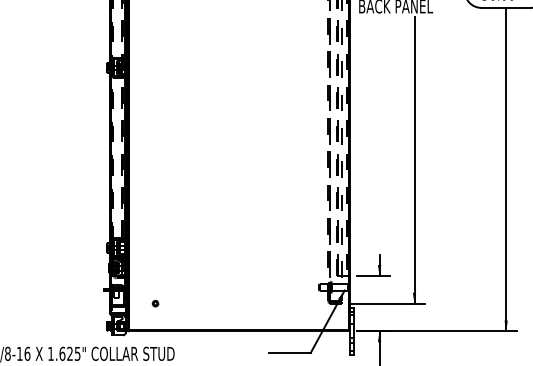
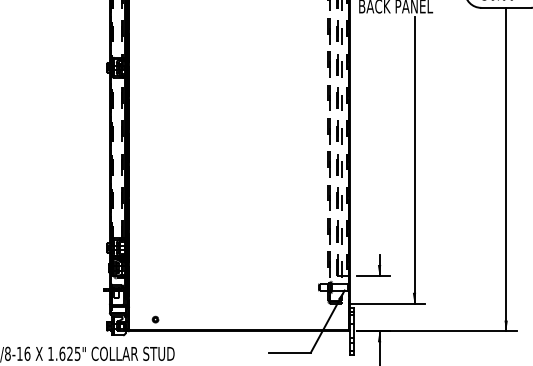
part at (155, 303) position: (155, 303) -> (155, 319)
